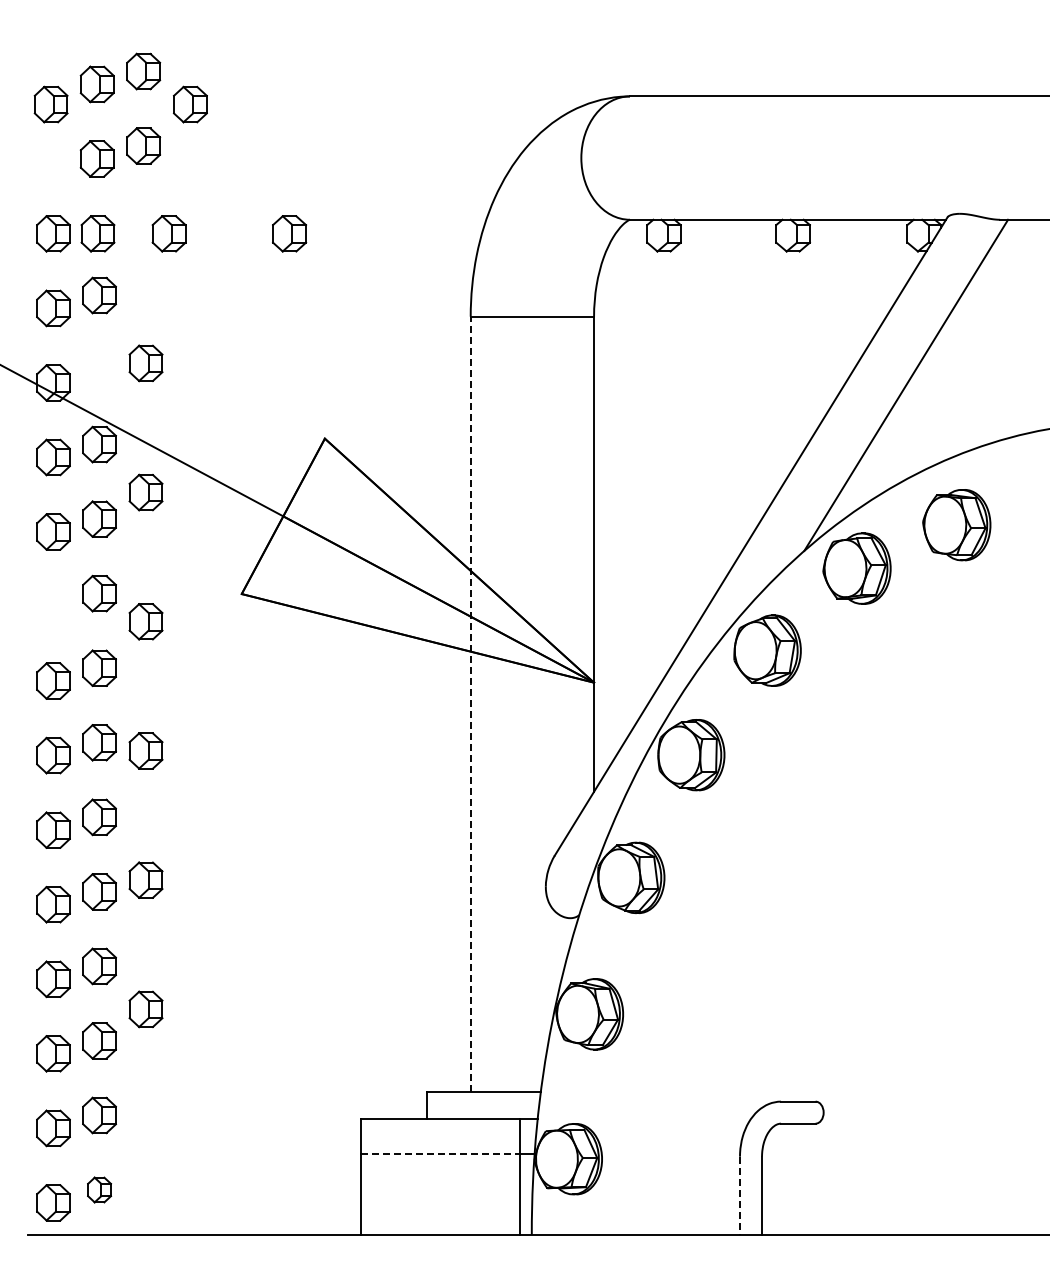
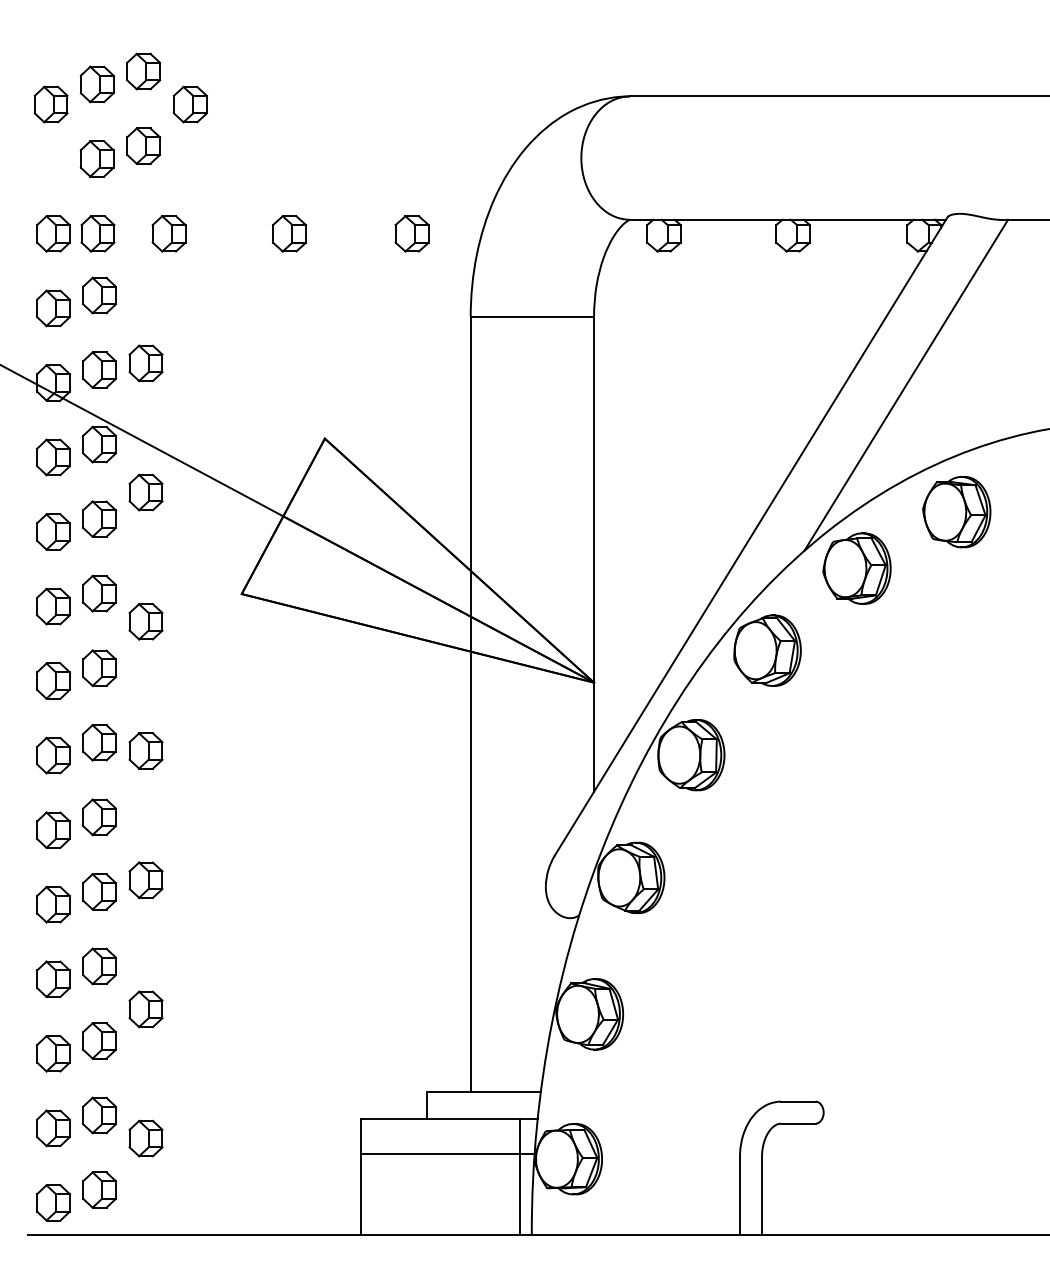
part at (411, 233): none -> present
part at (99, 369): none -> present
part at (956, 525) position: (956, 525) -> (956, 512)
part at (53, 606): none -> present
line at (470, 704): dashed -> solid
part at (145, 1138): none -> present
line at (440, 1153): dashed -> solid
part at (99, 1189) size: 26x28 px -> 35x38 px
line at (740, 1196): dashed -> solid
